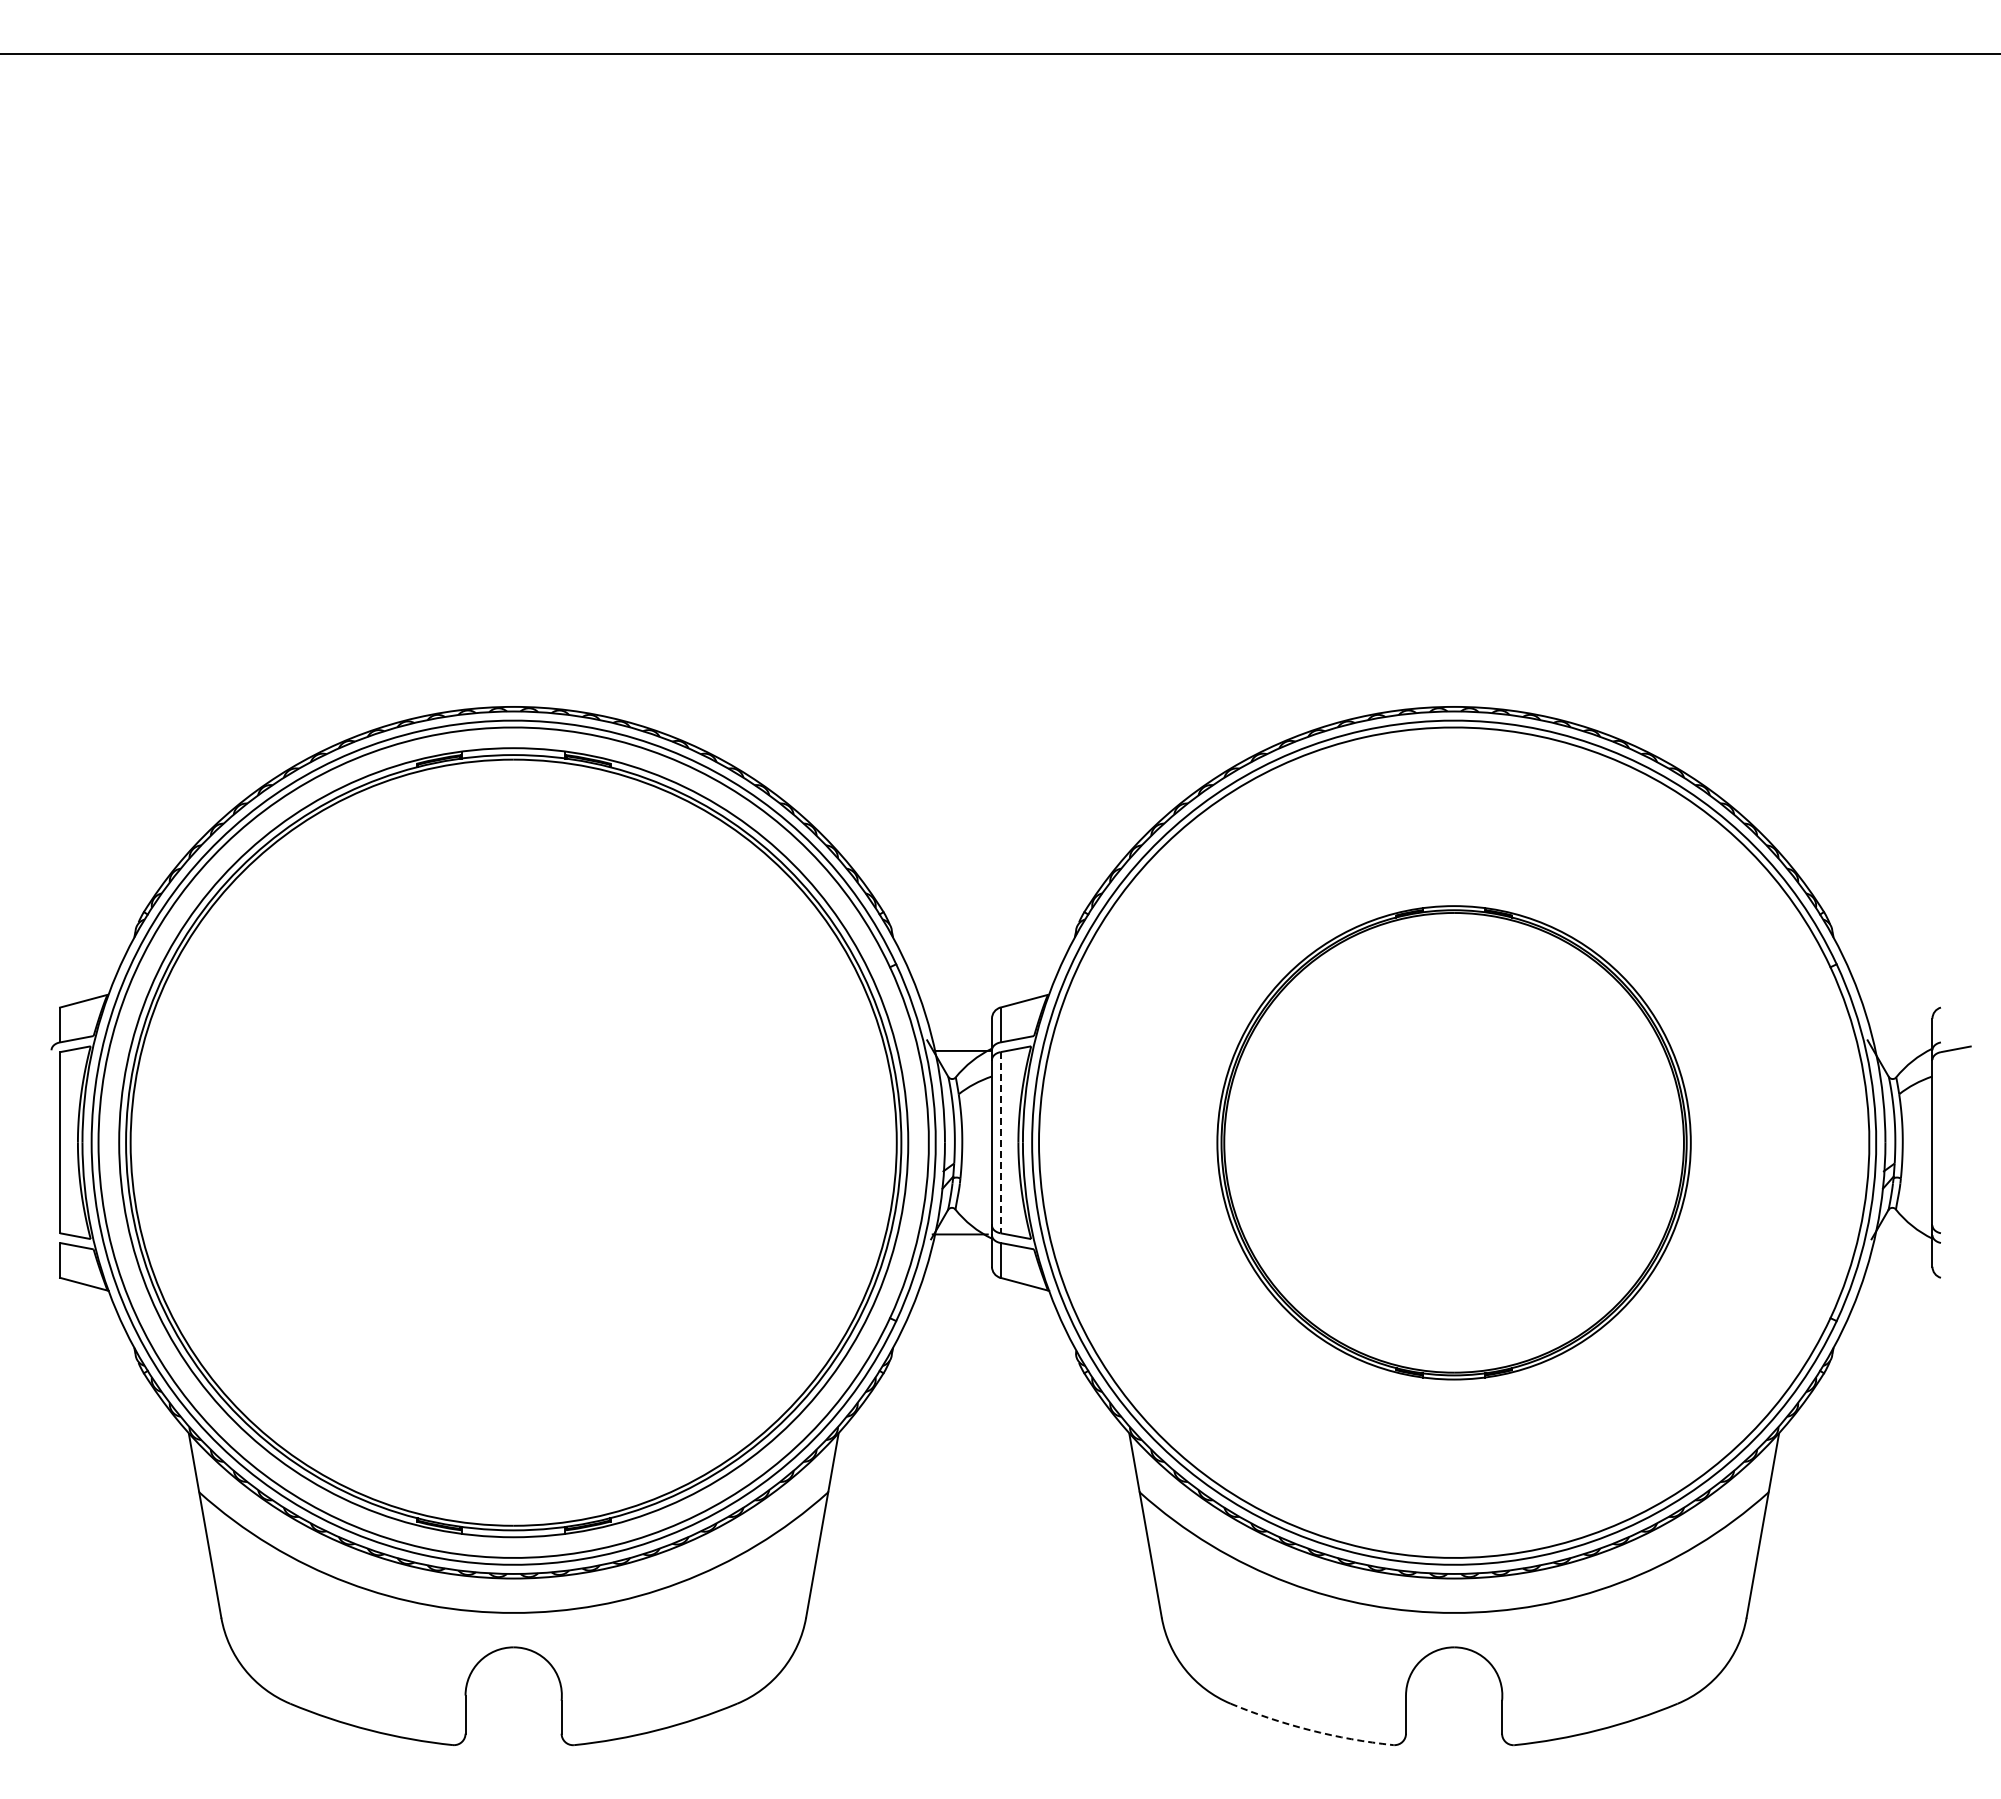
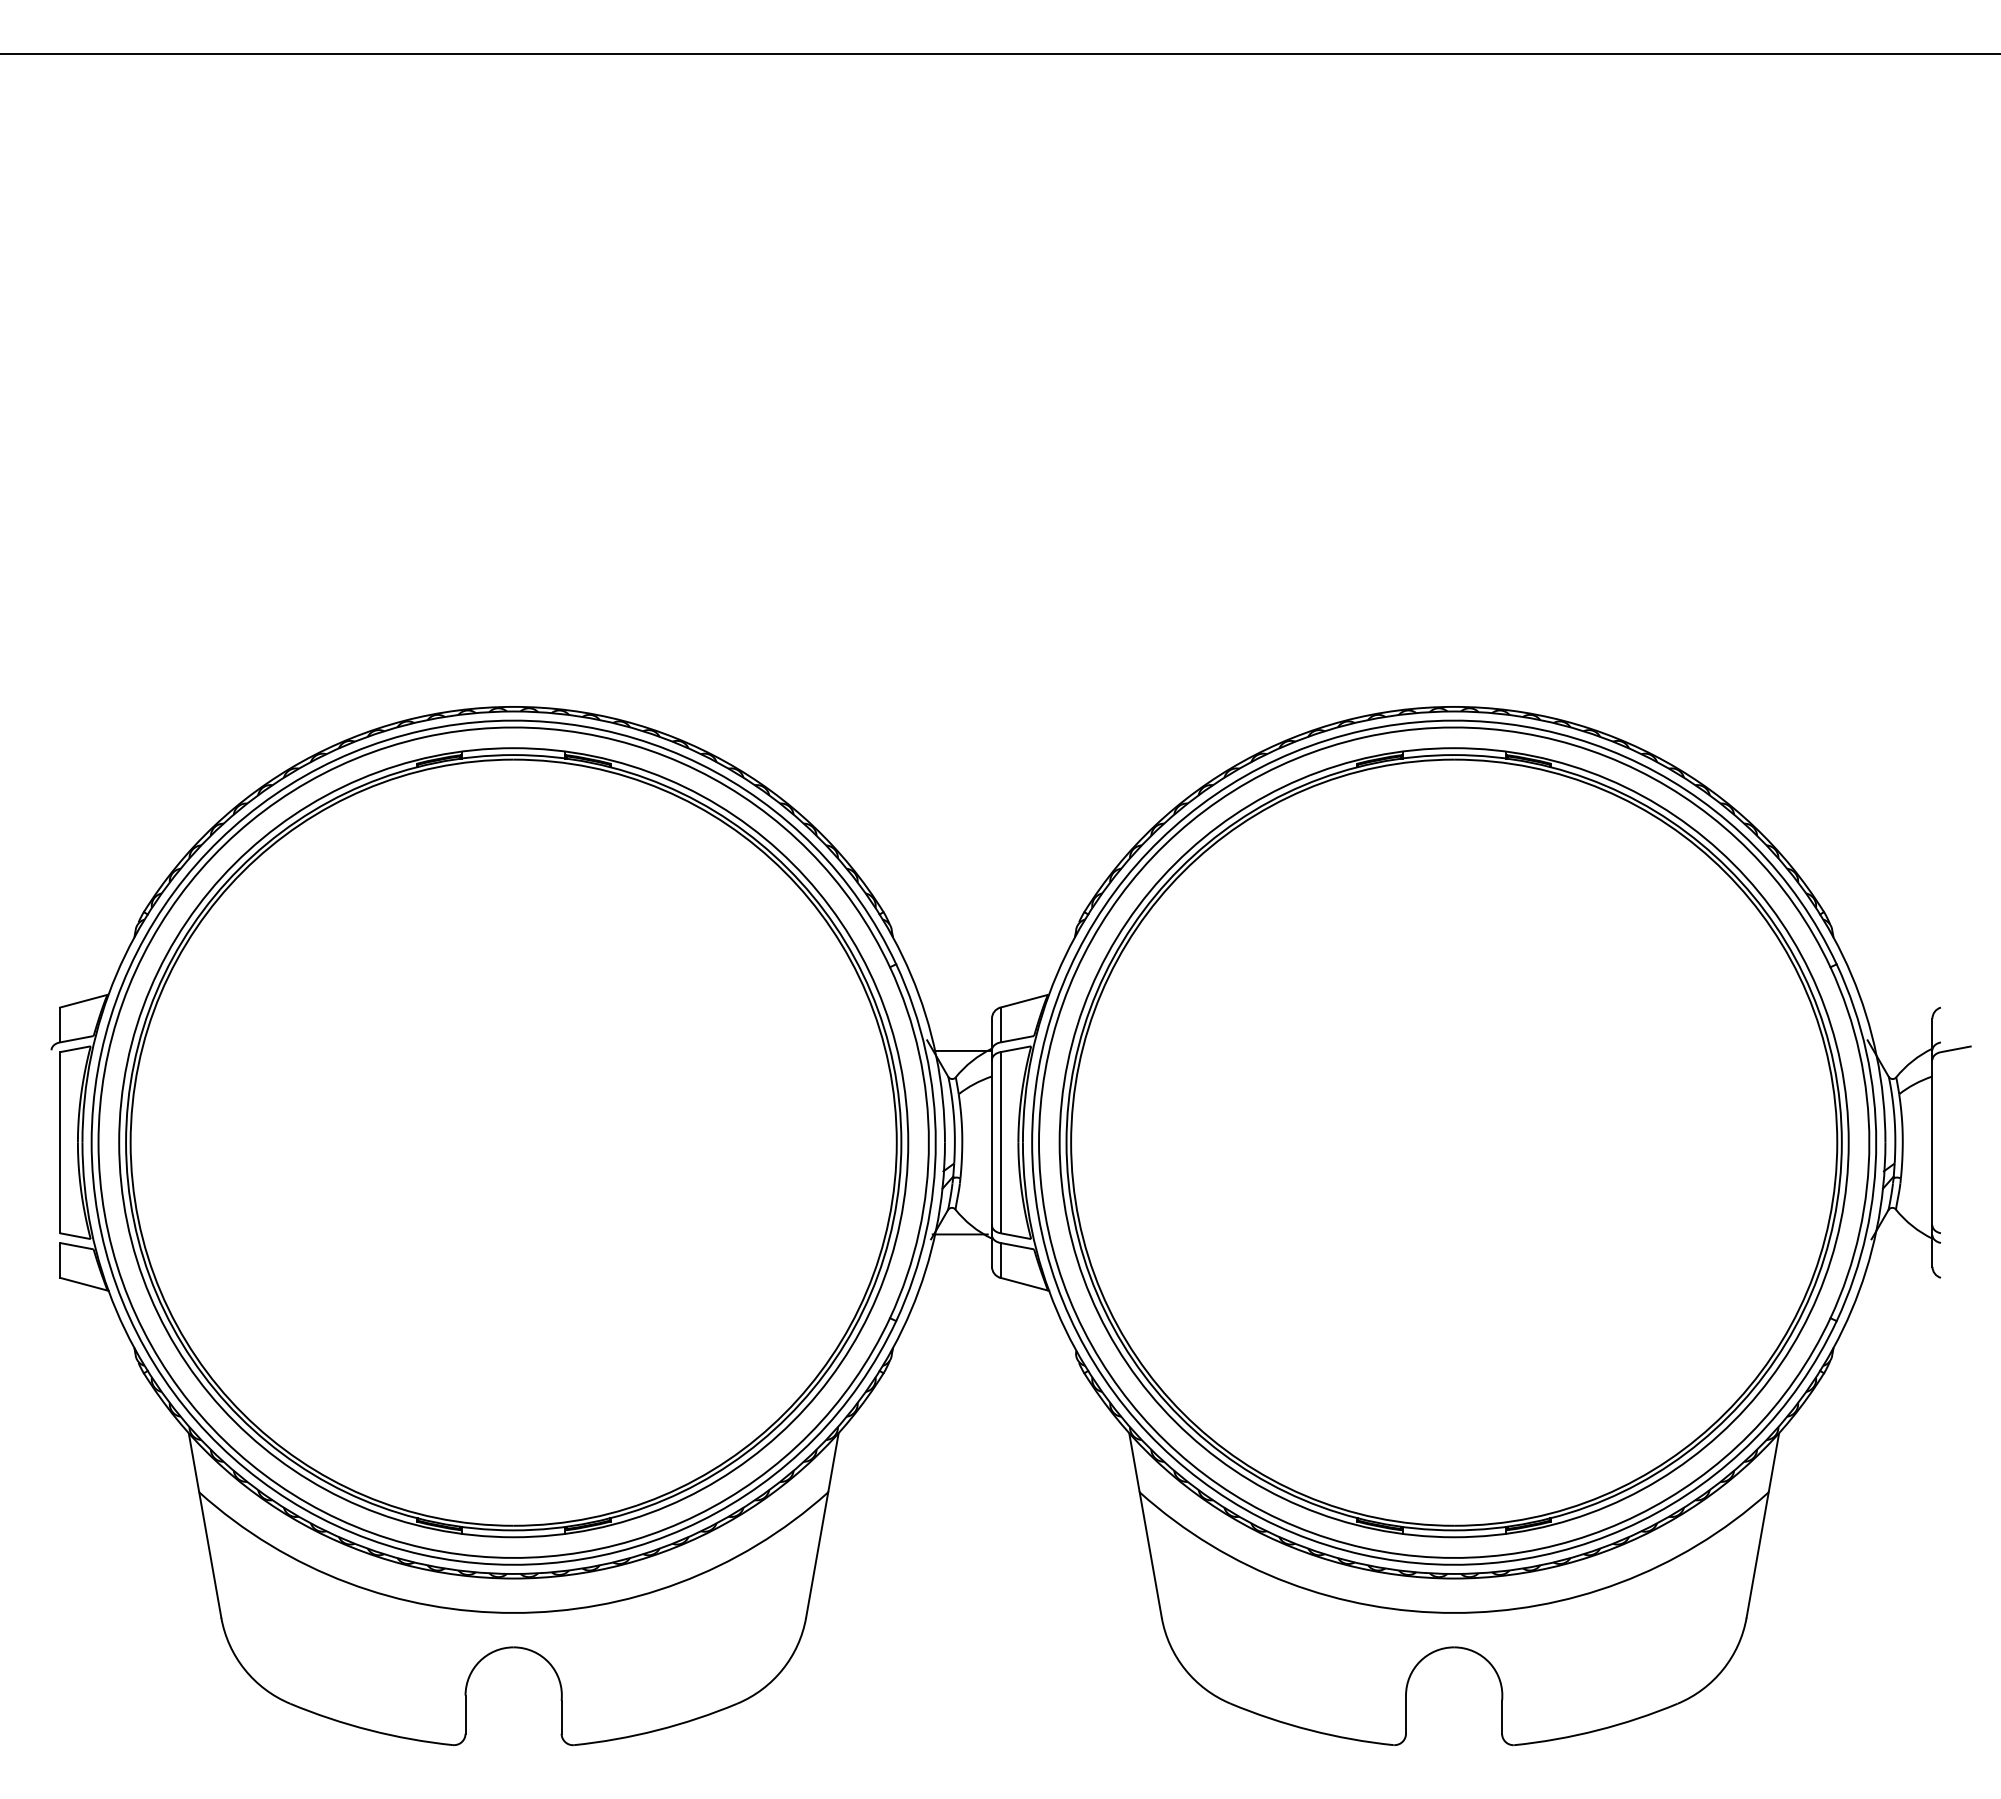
line at (1000, 1142): dashed -> solid
part at (1453, 1142) size: 476x476 px -> 792x792 px
arc at (1310, 1730): dashed -> solid
